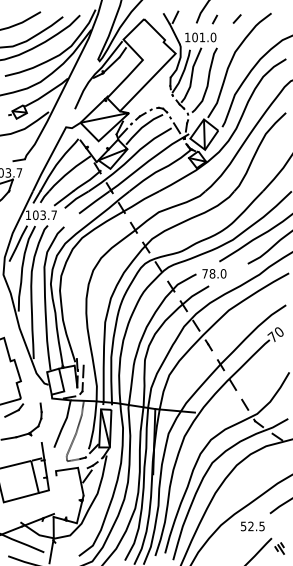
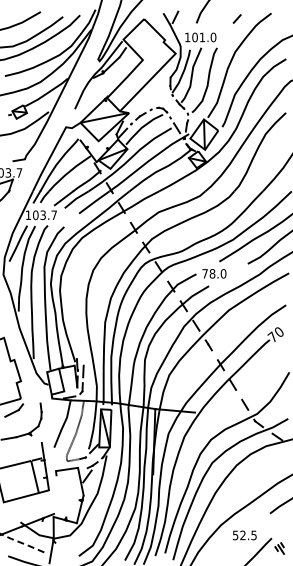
line at (214, 19): present -> none
text at (252, 526) position: (252, 526) -> (244, 535)
line at (21, 543): solid -> dashed
